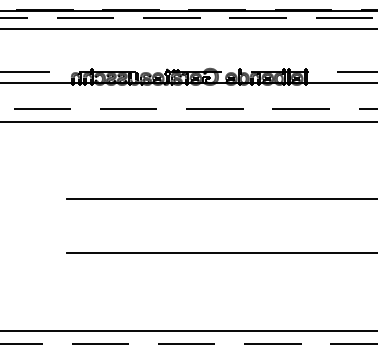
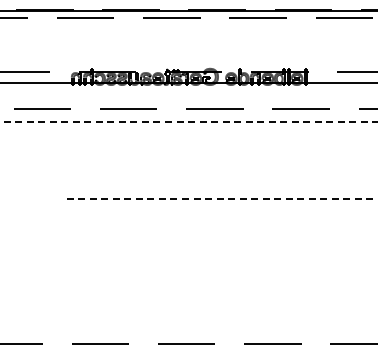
line at (188, 29): present -> none
line at (189, 121): solid -> dashed
line at (222, 198): solid -> dashed
line at (220, 252): present -> none
line at (188, 330): present -> none
